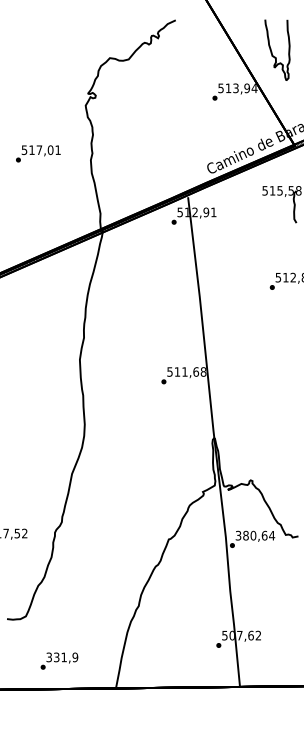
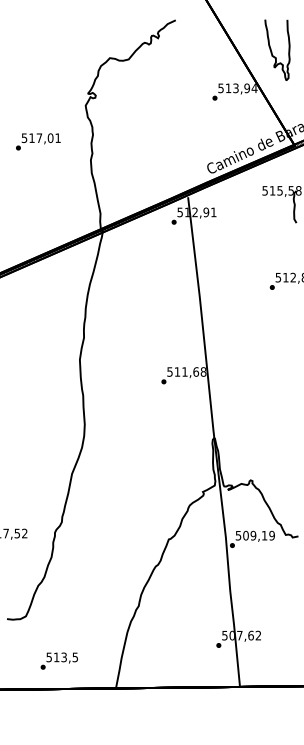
text at (38, 153) position: (38, 153) -> (38, 141)
text at (255, 535): 380,64 -> 509,19
text at (62, 657): 331,9 -> 513,5
